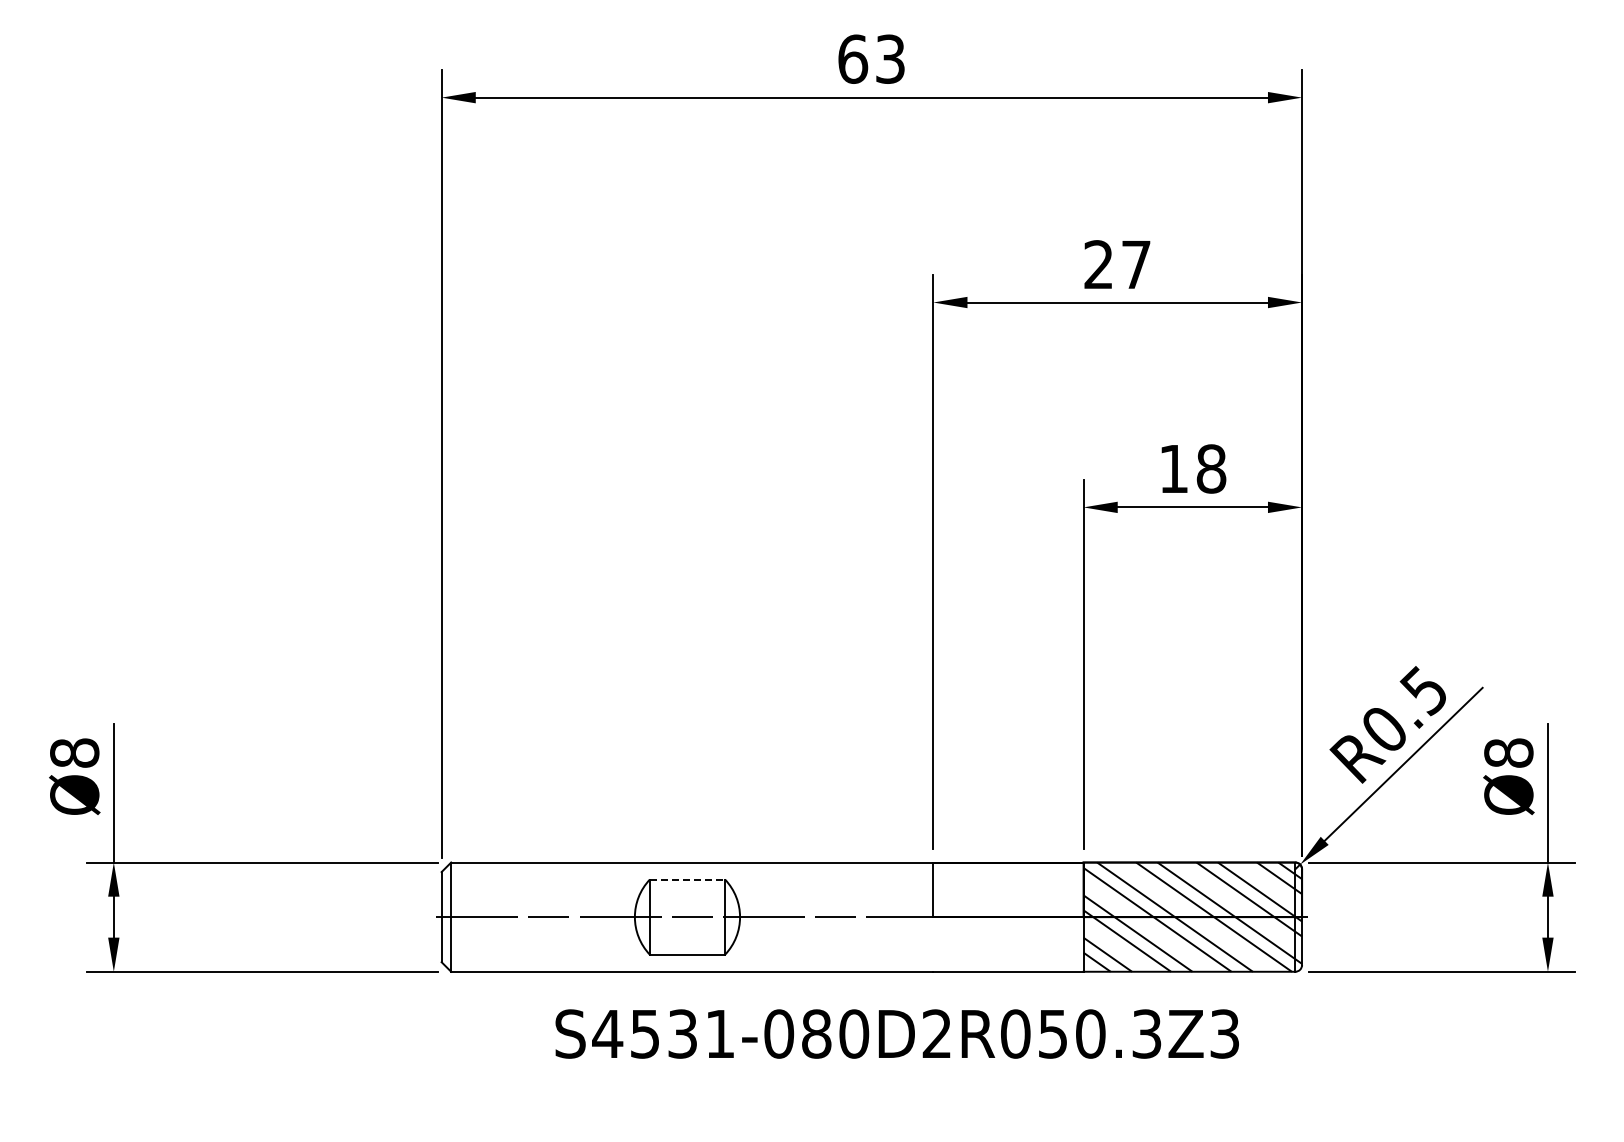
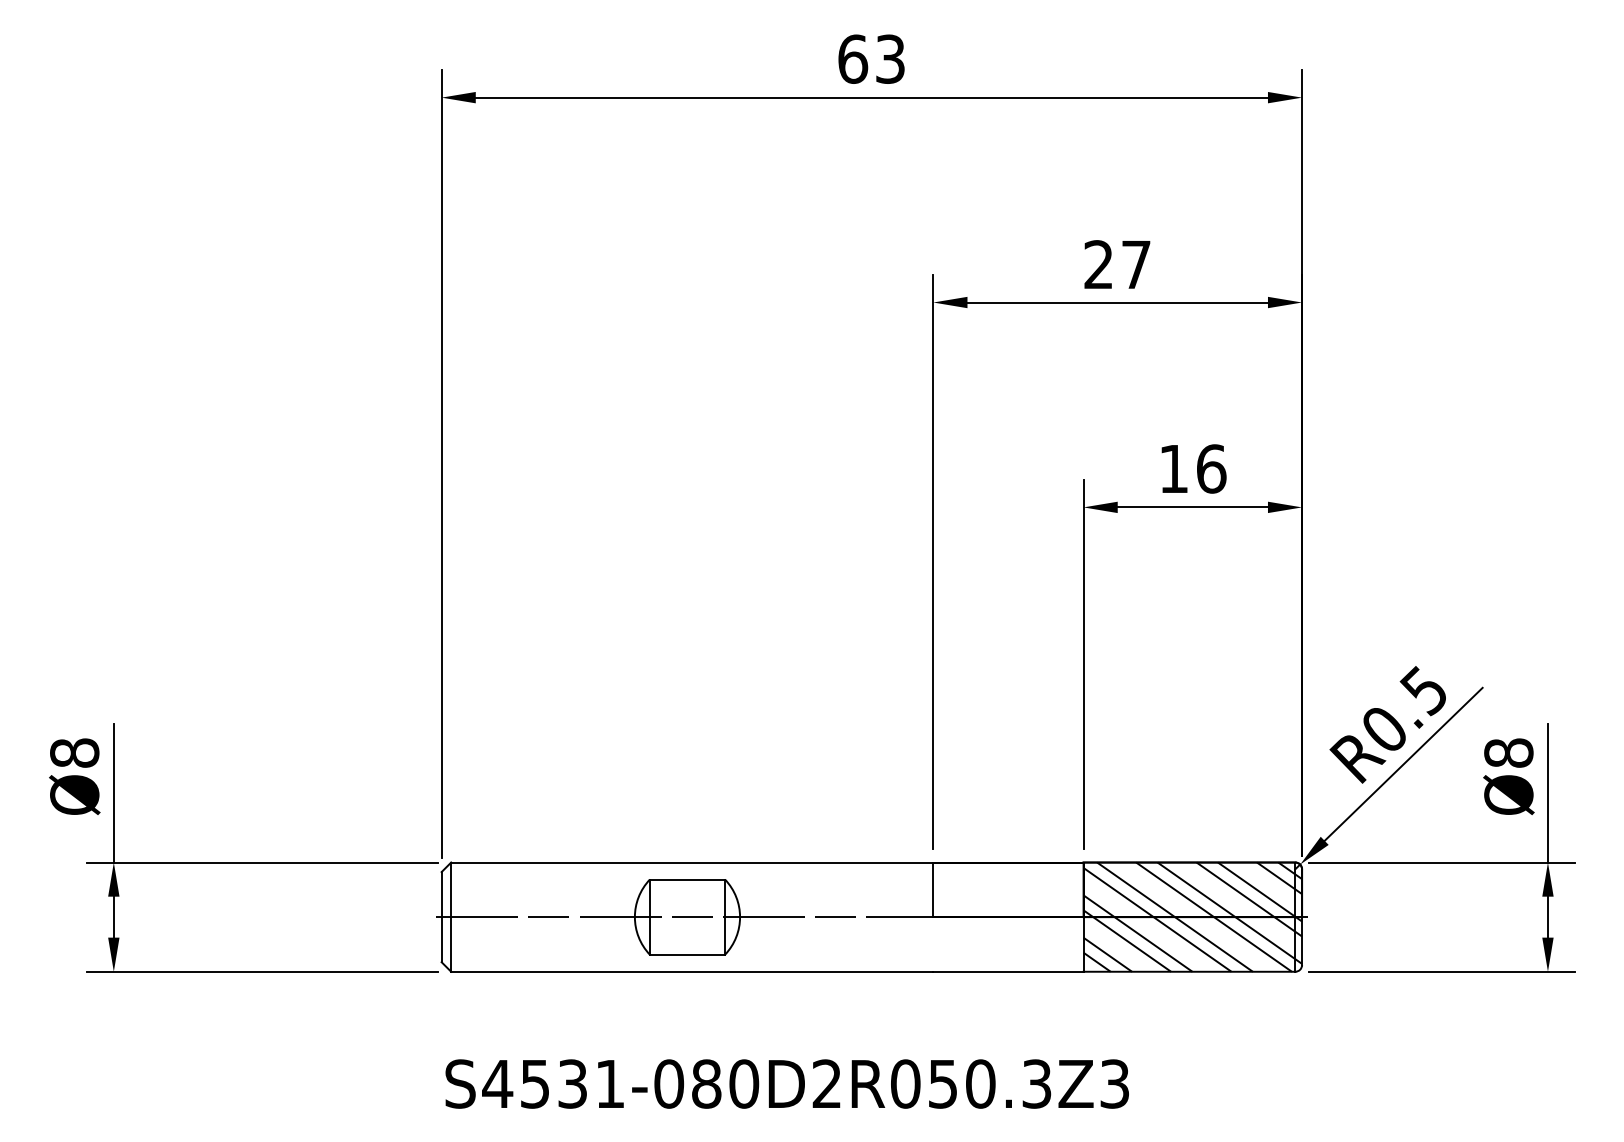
text at (1211, 468): 18 -> 16
line at (687, 879): dashed -> solid
text at (896, 1033) position: (896, 1033) -> (786, 1083)
